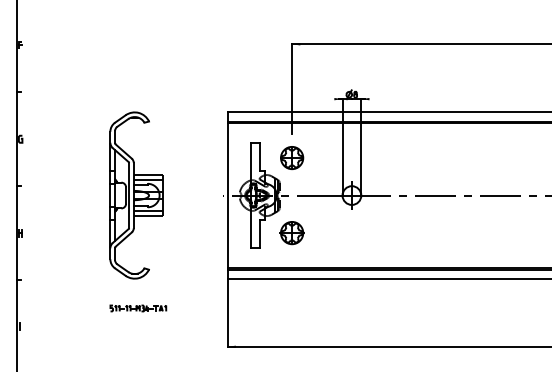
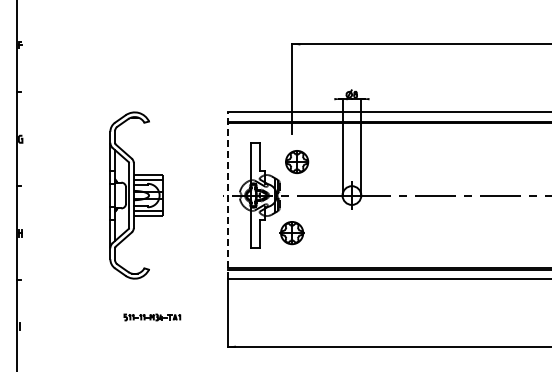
part at (292, 158) position: (292, 158) -> (297, 162)
line at (227, 195): solid -> dashed
part at (138, 308) position: (138, 308) -> (152, 317)
